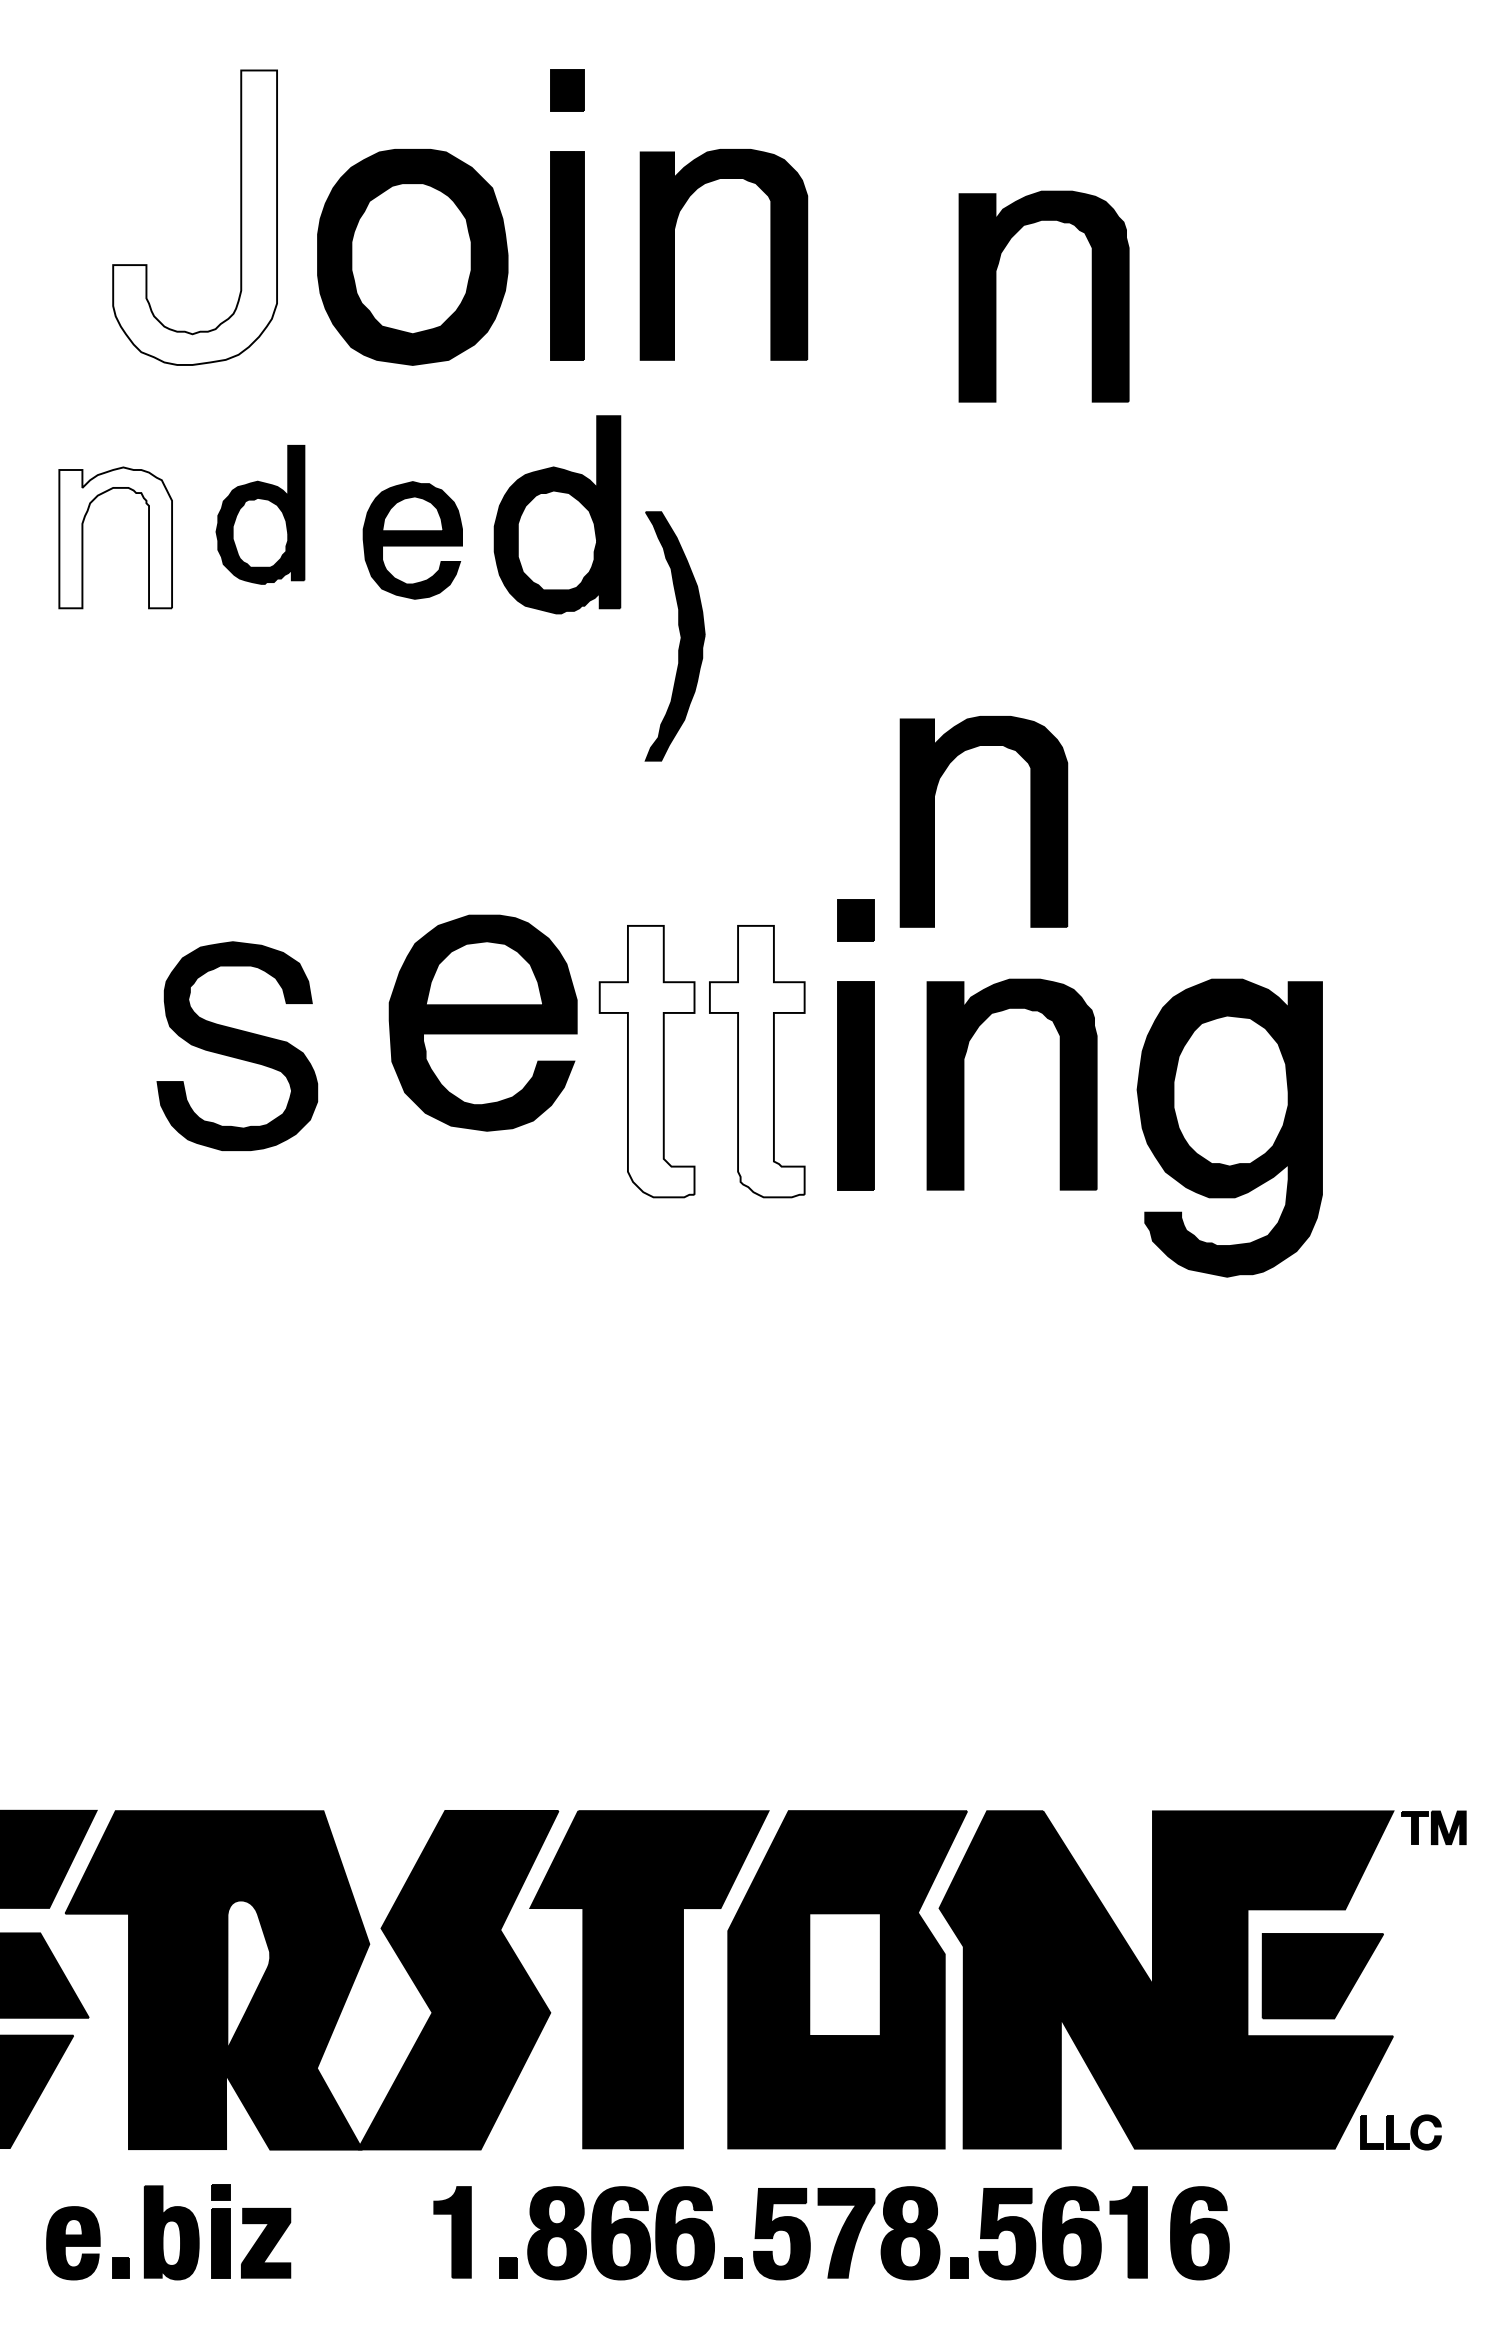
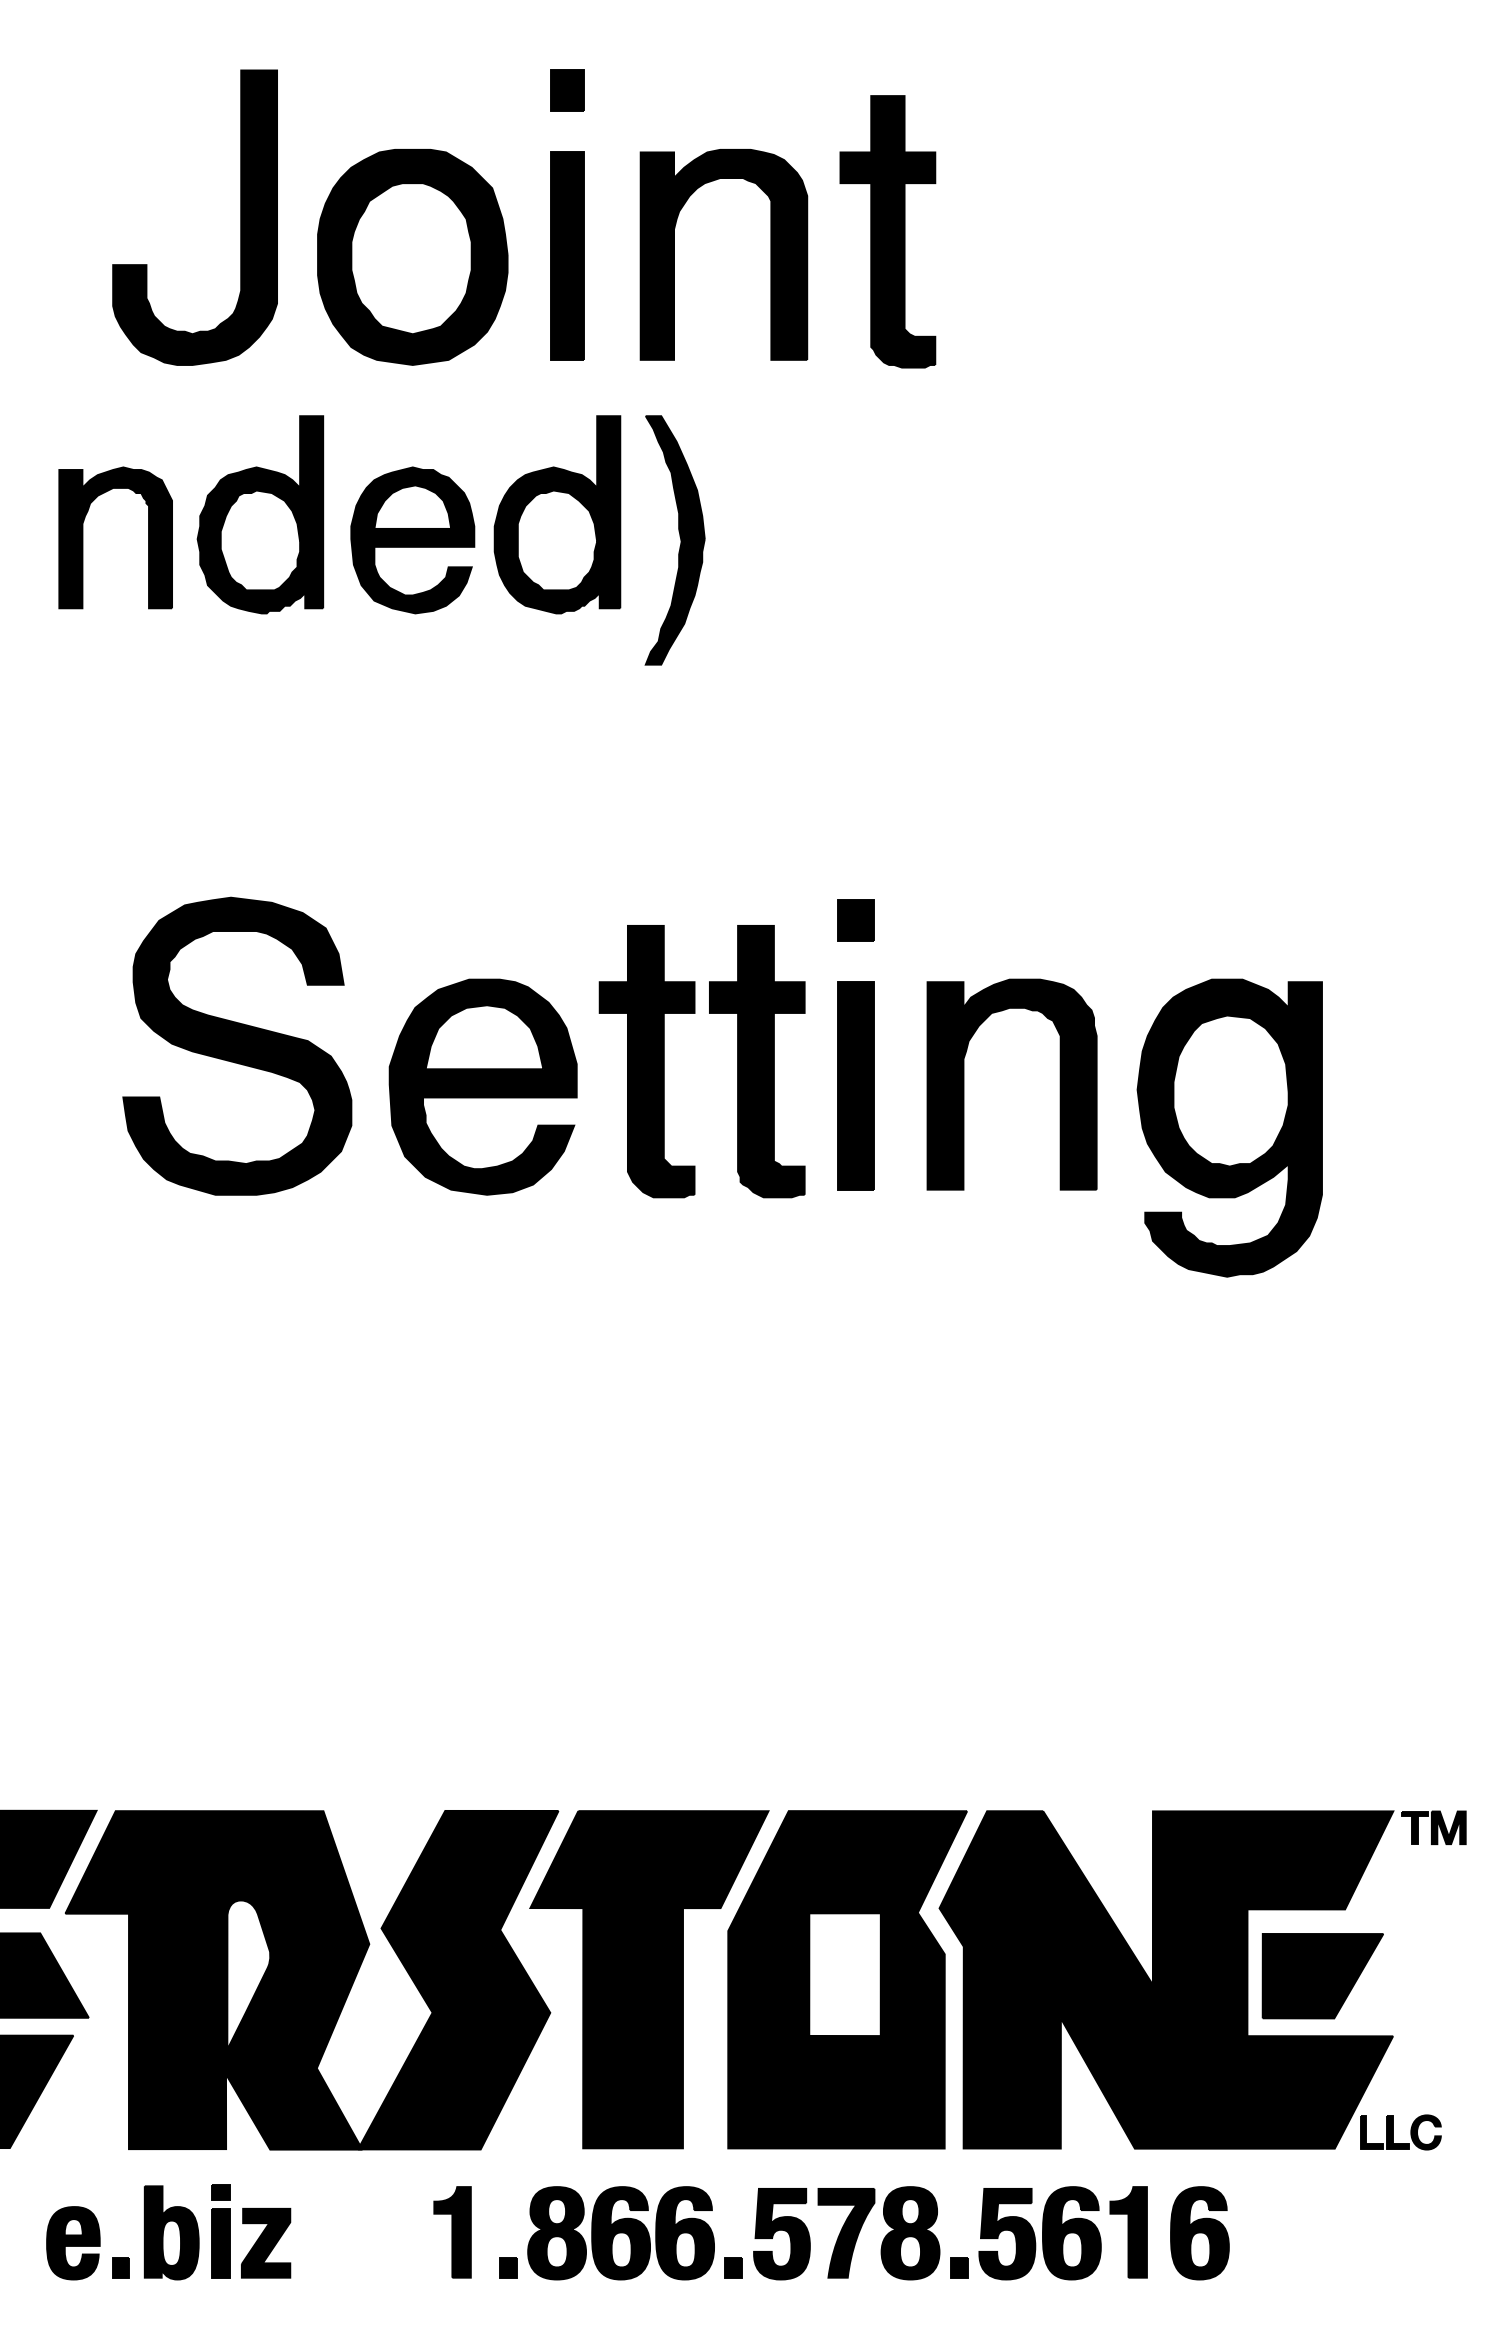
fill at (195, 217): none -> present
part at (887, 231): none -> present
part at (996, 296): present -> none
part at (260, 514) size: 91x140 px -> 129x200 px
fill at (115, 537): none -> present
part at (412, 540) size: 101x119 px -> 126x149 px
part at (674, 636) position: (674, 636) -> (674, 540)
part at (1030, 821): present -> none
part at (482, 1022) position: (482, 1022) -> (482, 1086)
part at (237, 1045) size: 163x210 px -> 231x300 px
fill at (646, 1061): none -> present
fill at (756, 1061): none -> present
